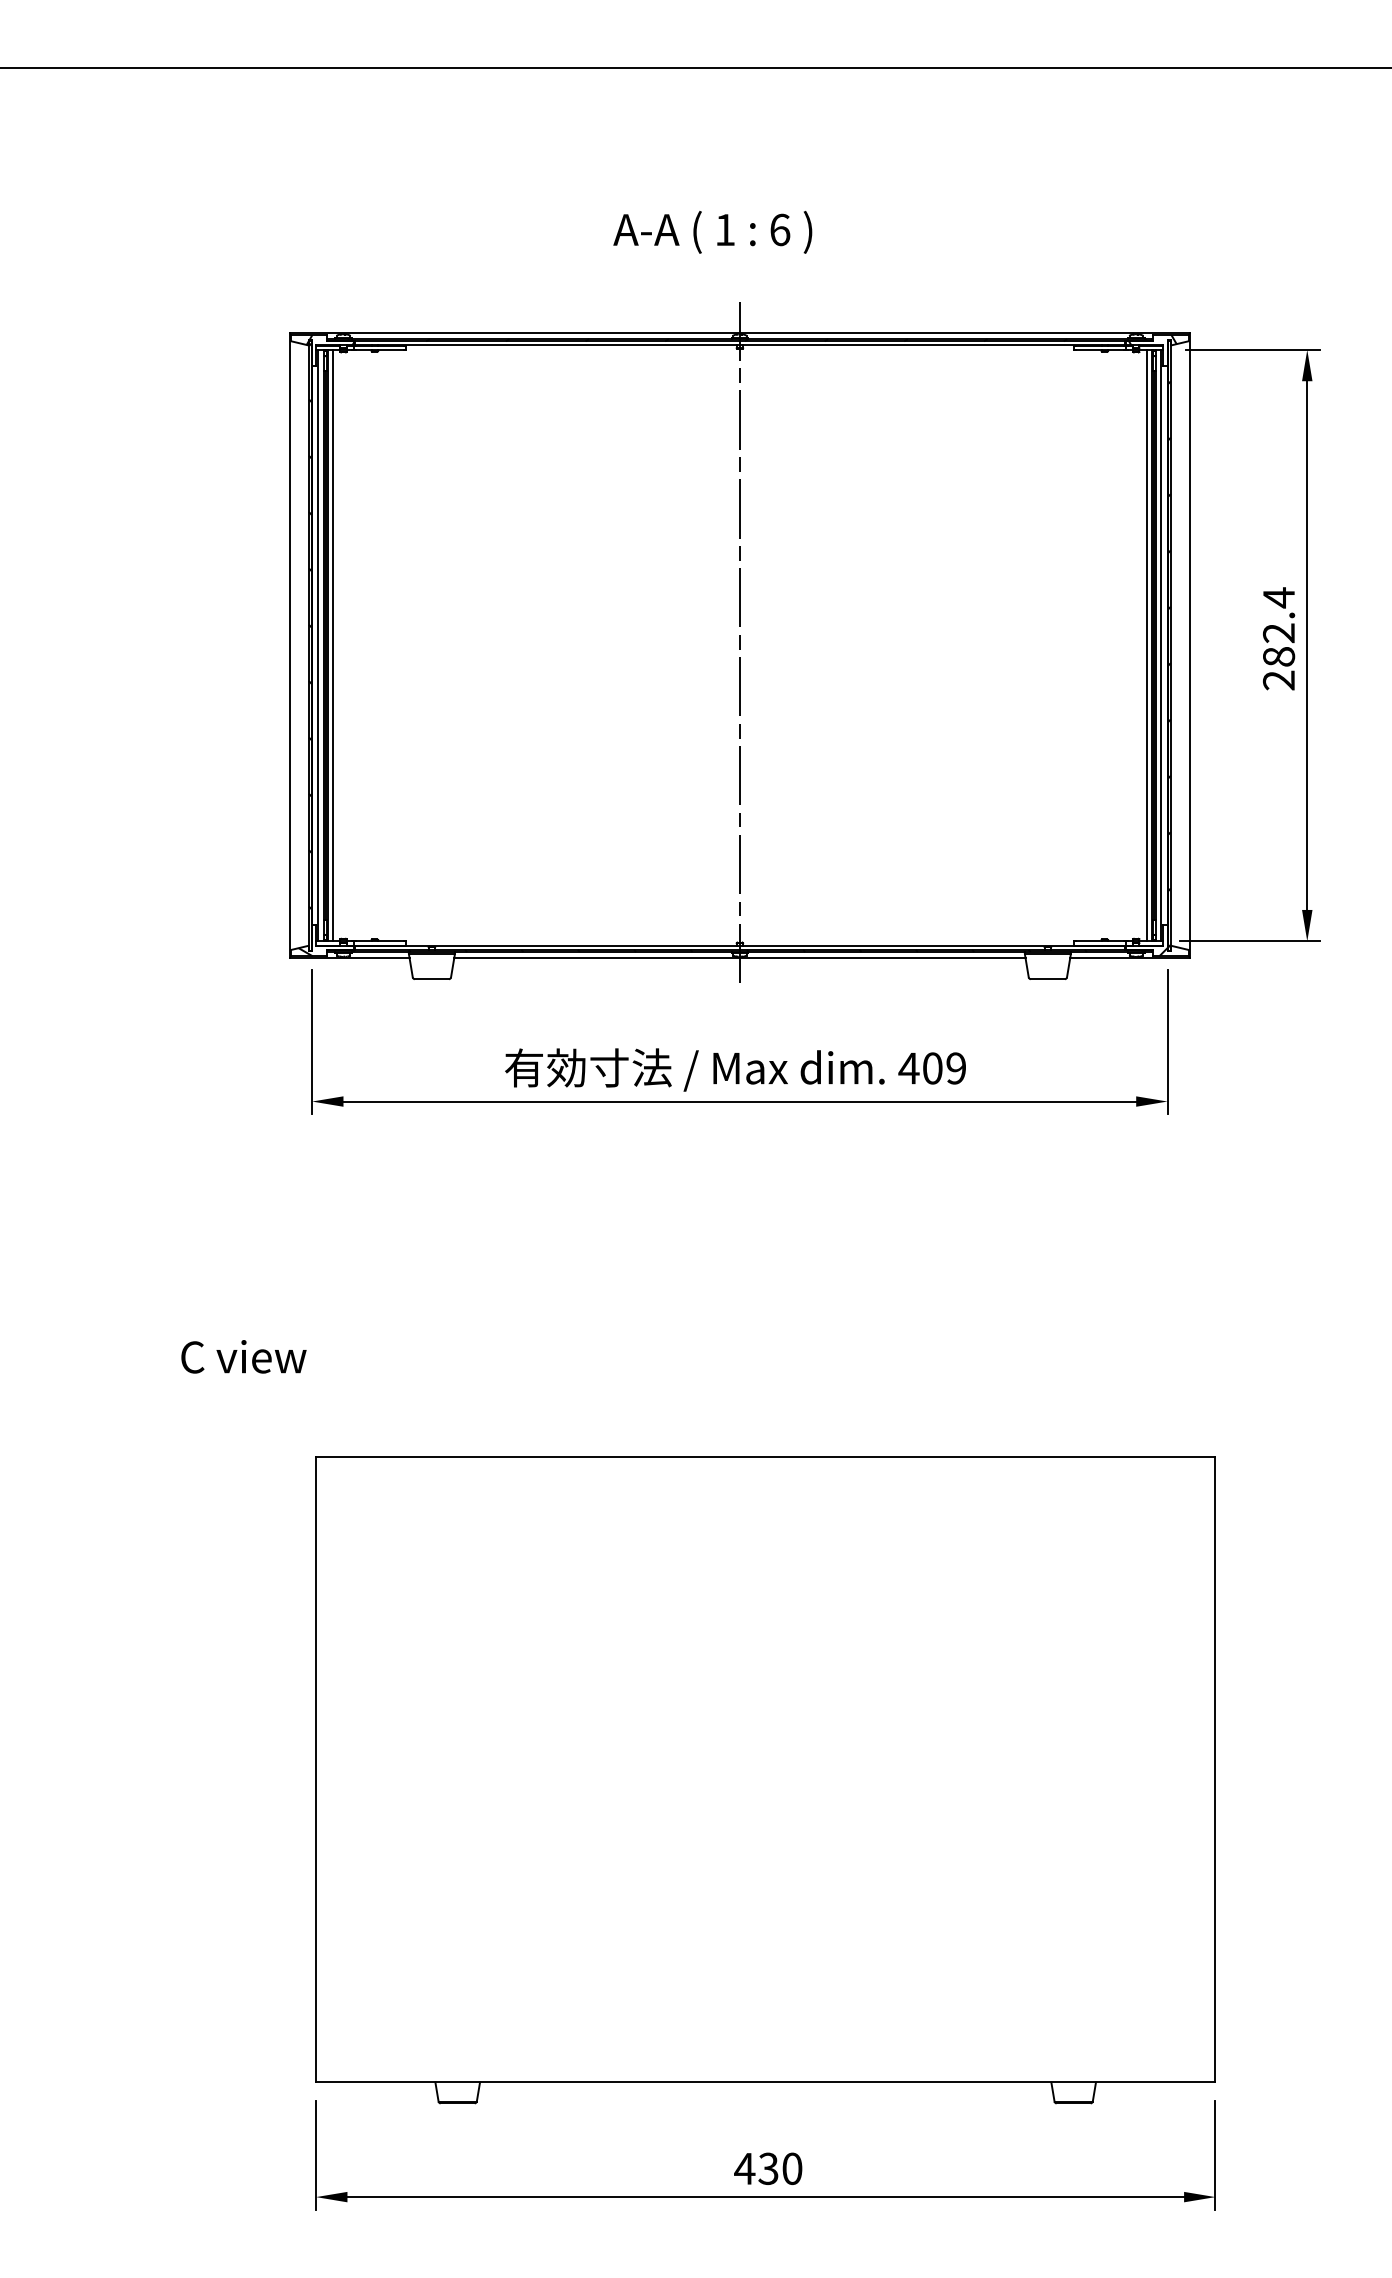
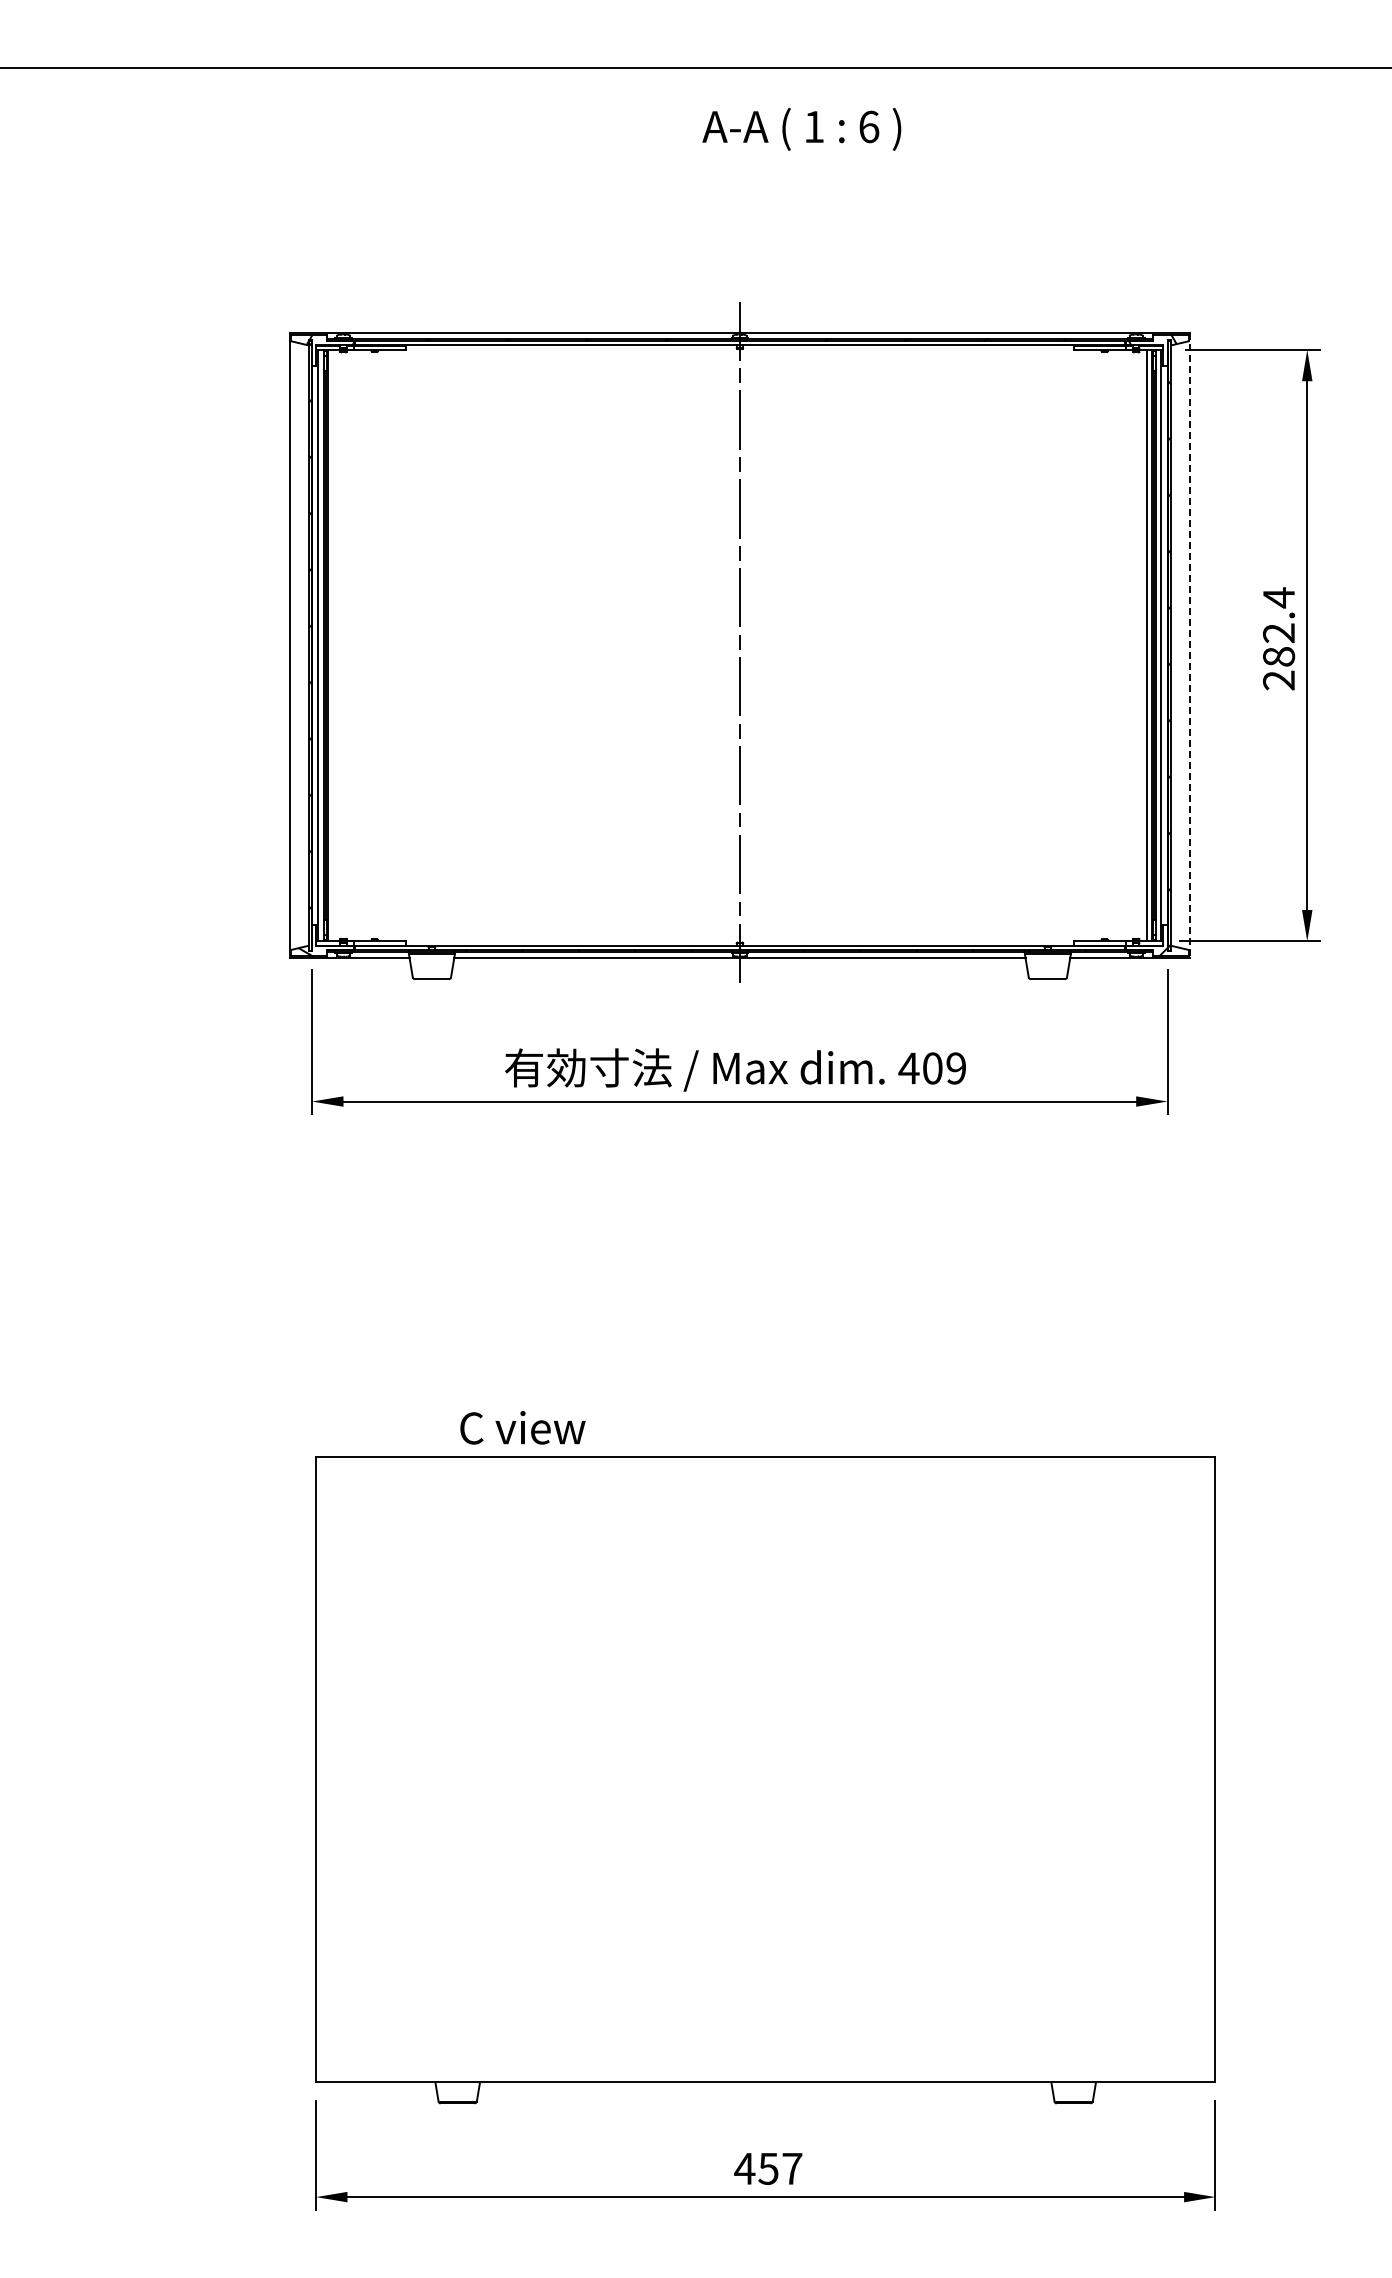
text at (712, 232) position: (712, 232) -> (801, 129)
line at (333, 645): present -> none
line at (1189, 645): solid -> dashed
text at (243, 1356) position: (243, 1356) -> (522, 1427)
text at (780, 2168): 430 -> 457
